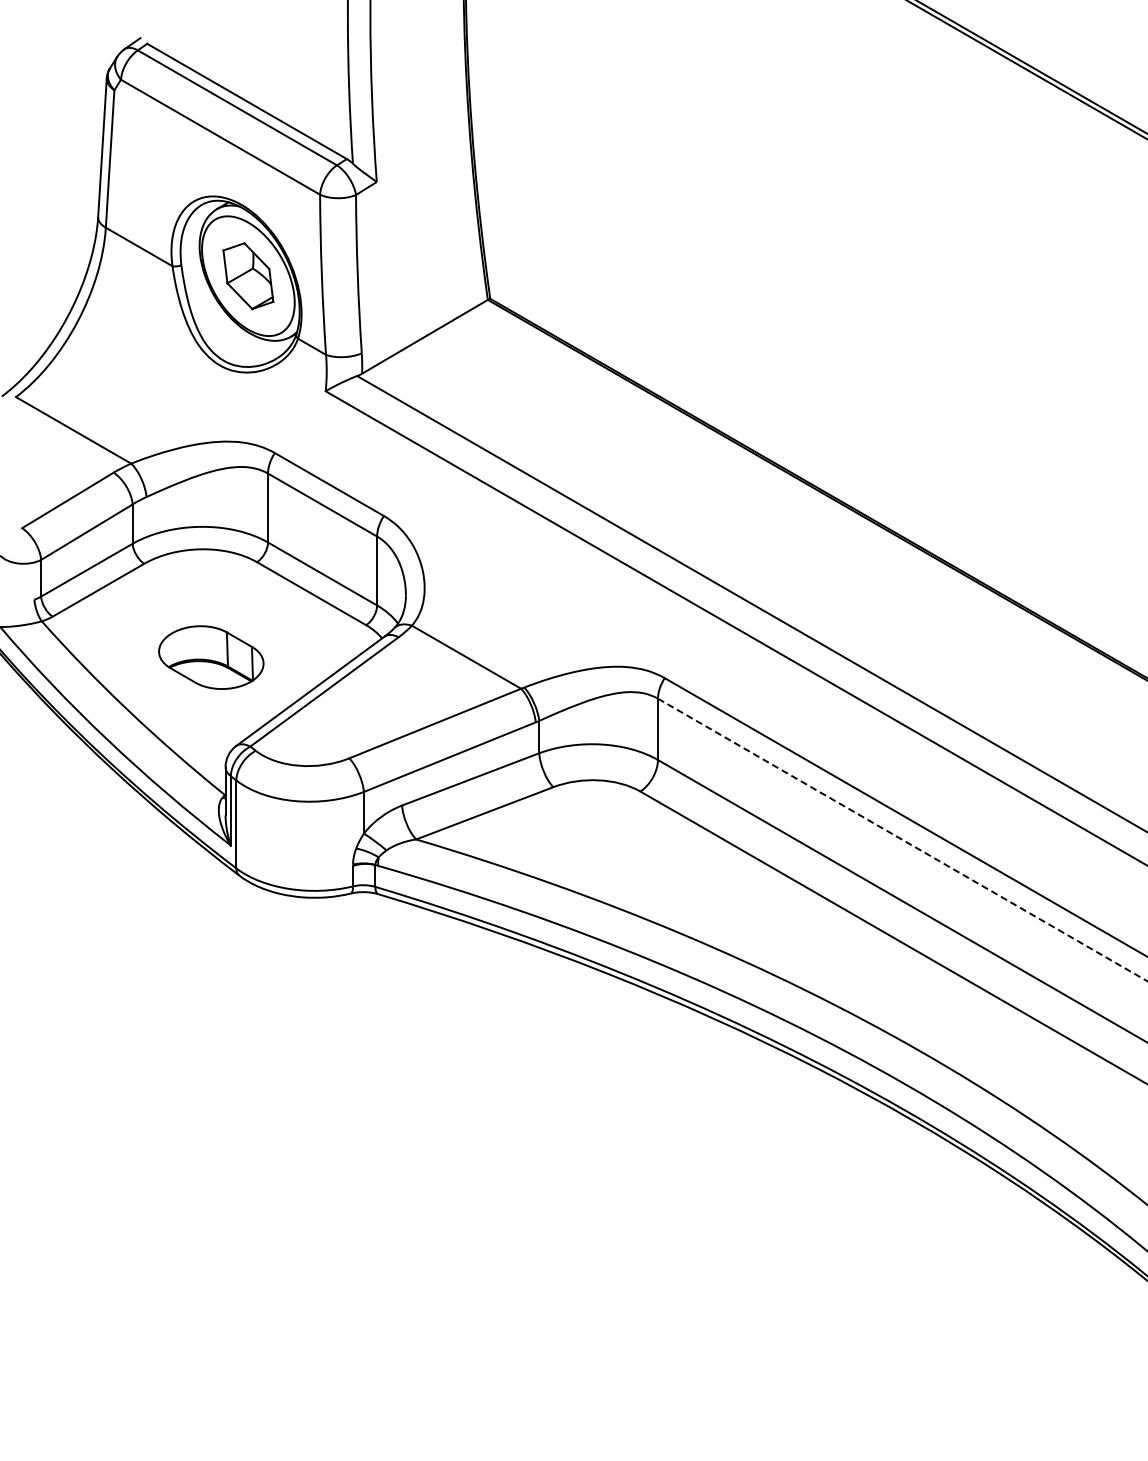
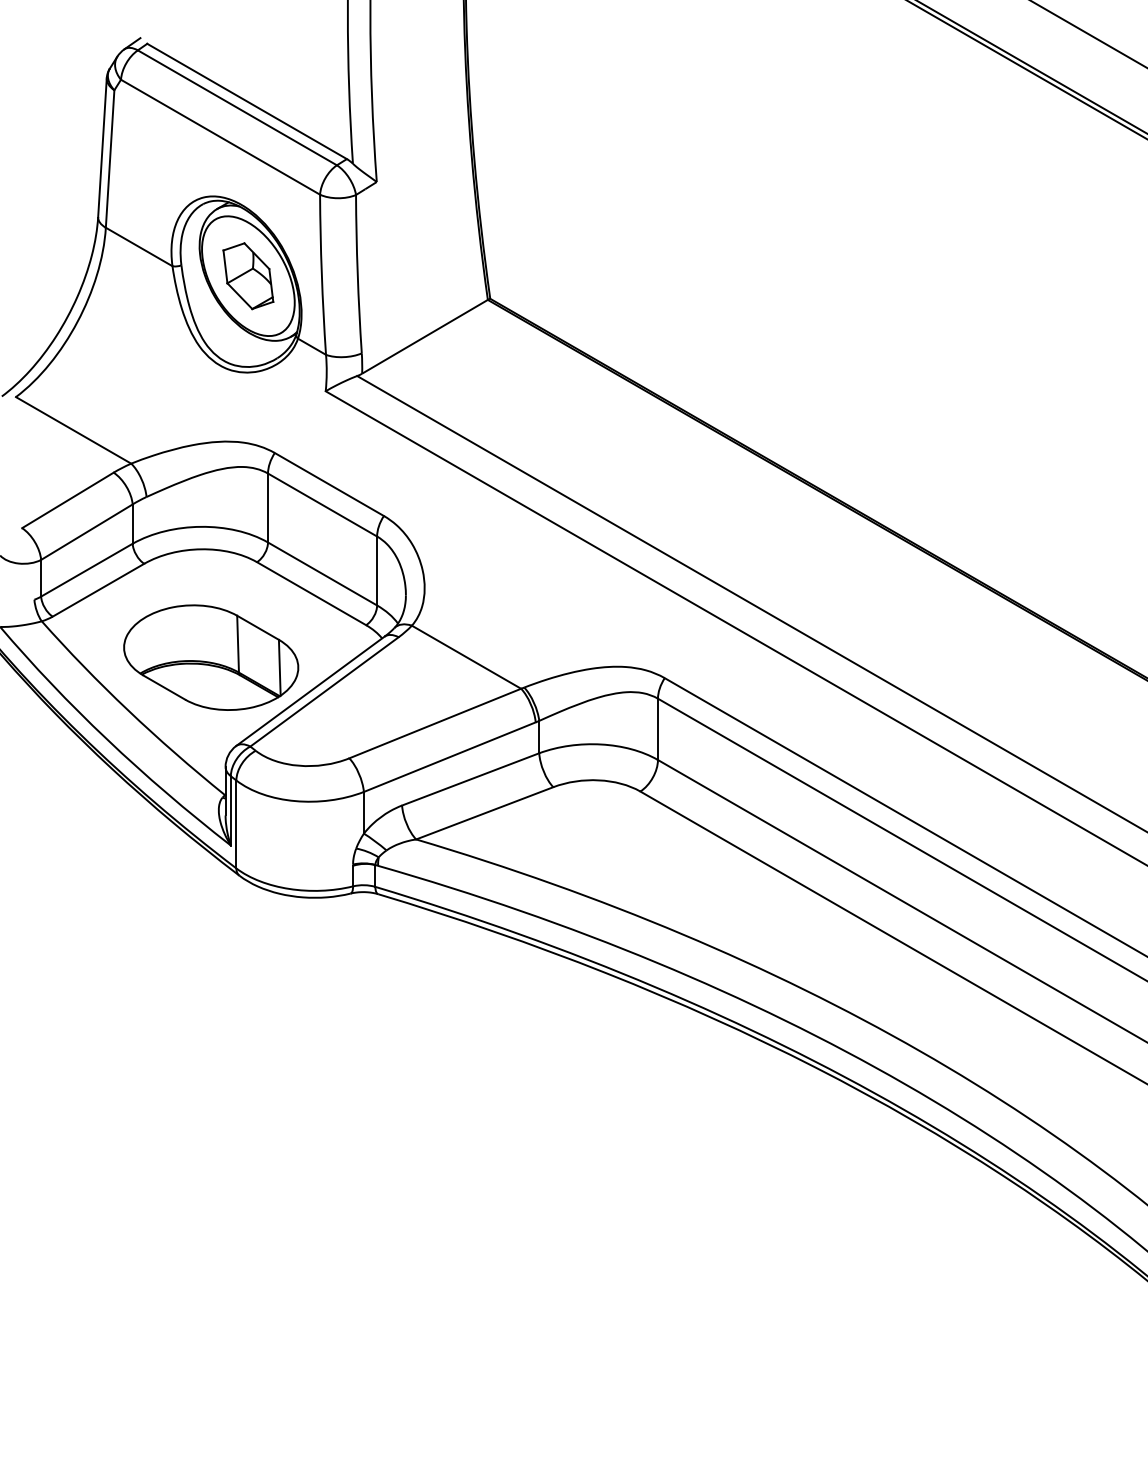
line at (1088, 34): none -> present
part at (211, 657) size: 107x65 px -> 177x107 px
line at (902, 840): dashed -> solid
